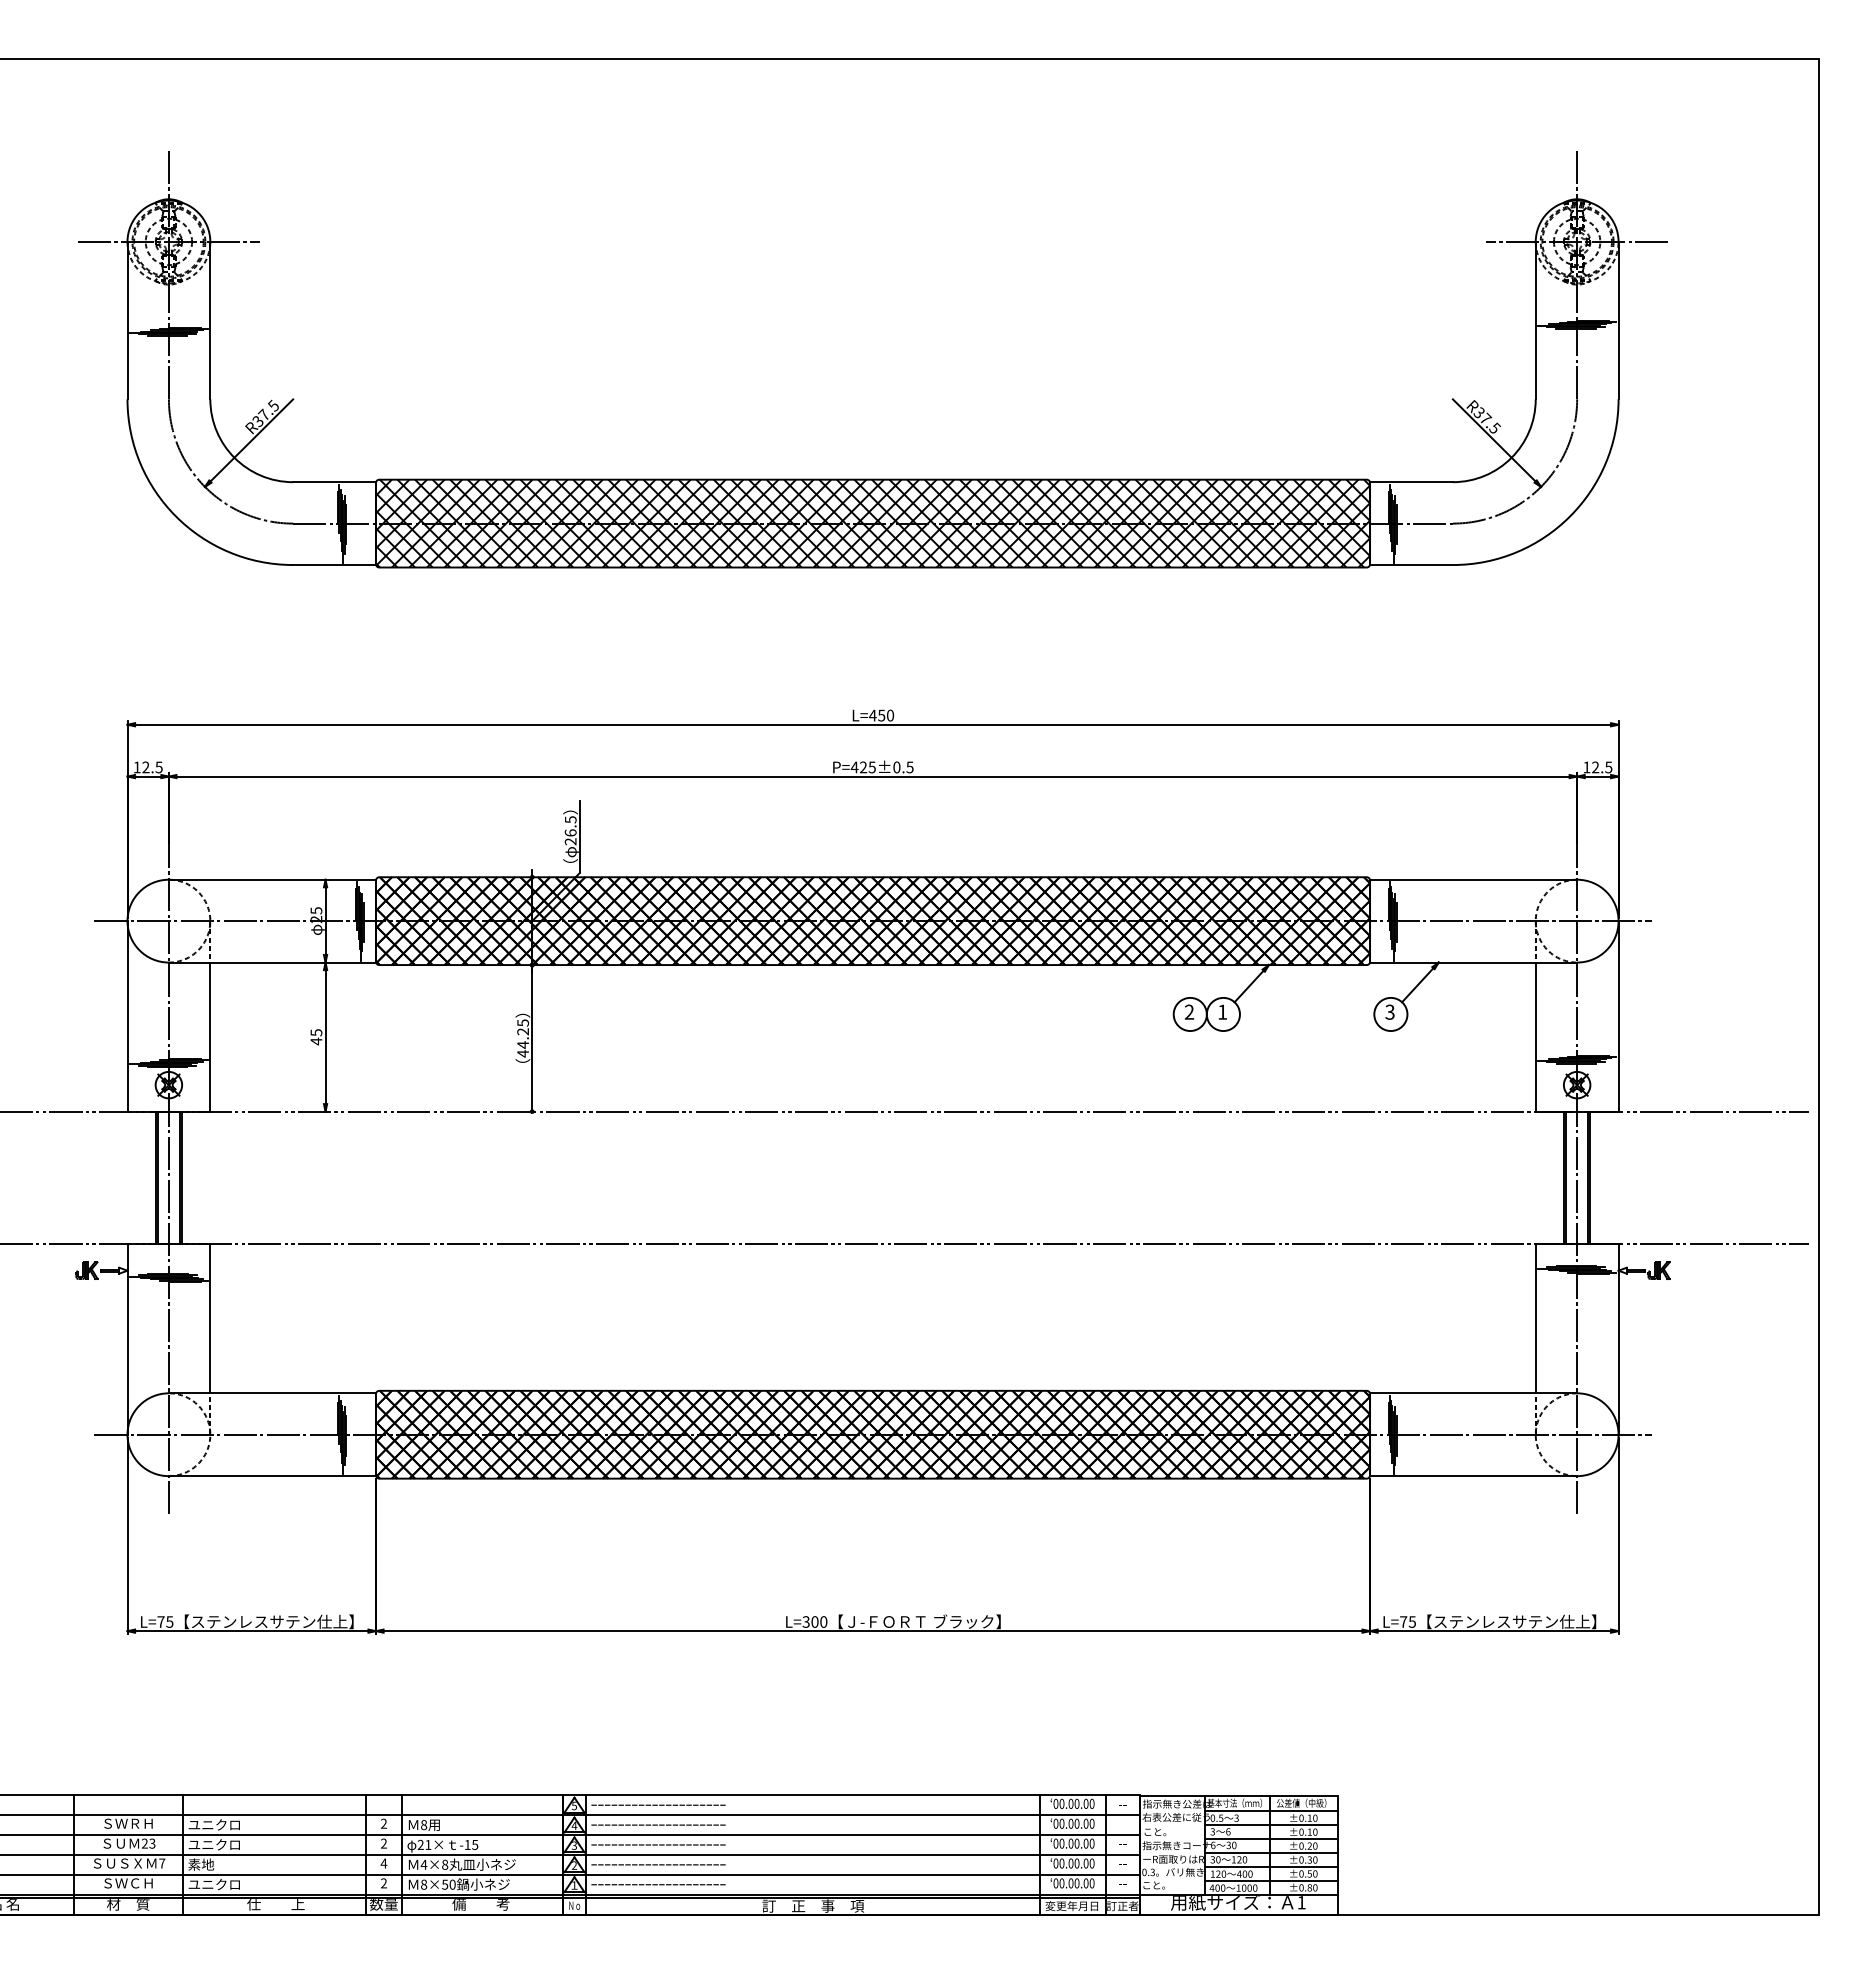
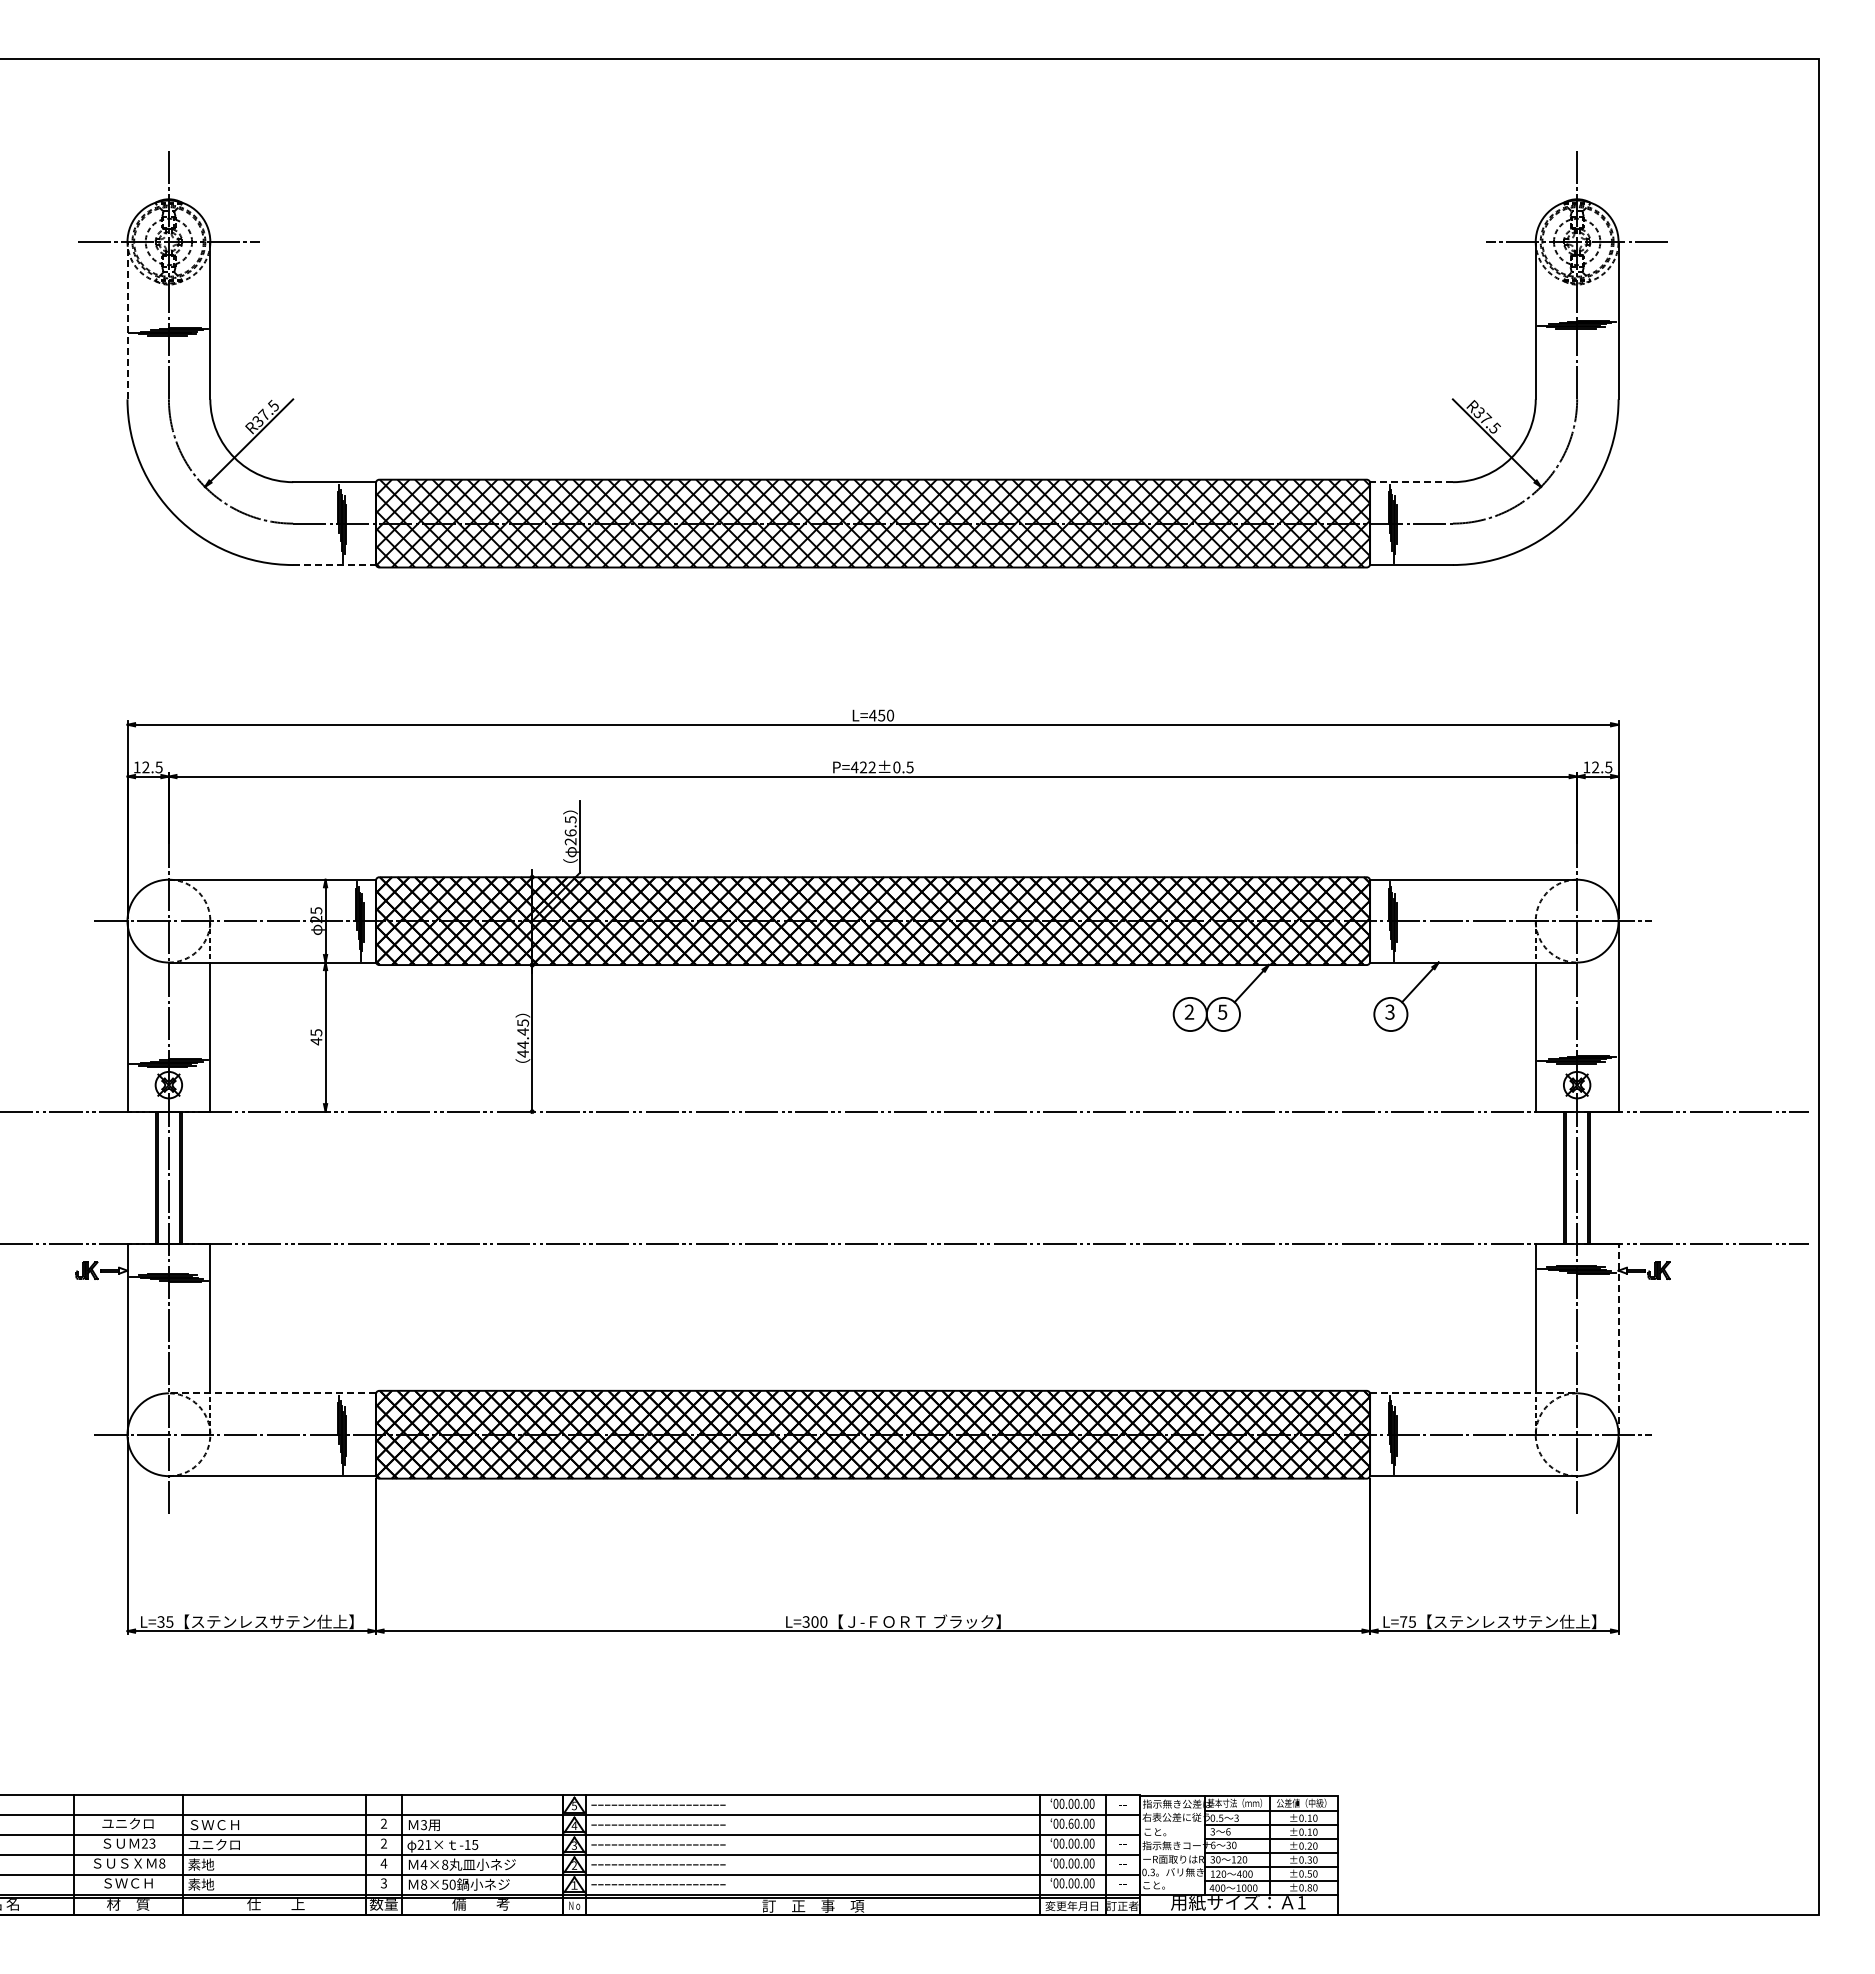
line at (127, 320): solid -> dashed
line at (1410, 482): solid -> dashed
line at (335, 565): solid -> dashed
text at (871, 767): P=425±0.5 -> P=422±0.5
text at (1222, 1011): 1 -> 5
text at (522, 1031): 44.25 -> 44.45
line at (1618, 1338): solid -> dashed
line at (272, 1393): solid -> dashed
line at (1473, 1393): solid -> dashed
text at (160, 1621): L=75 -> L=35
text at (127, 1823): ＳＷＲＨ -> ユニクロ
text at (1070, 1823): 00.00.00 -> 00.60.00
text at (213, 1824): ユニクロ -> ＳＷＣＨ
text at (424, 1824): 8 -> 3
text at (162, 1863): 7 -> 8
text at (383, 1883): 2 -> 3
text at (213, 1884): ユニクロ -> 素地
